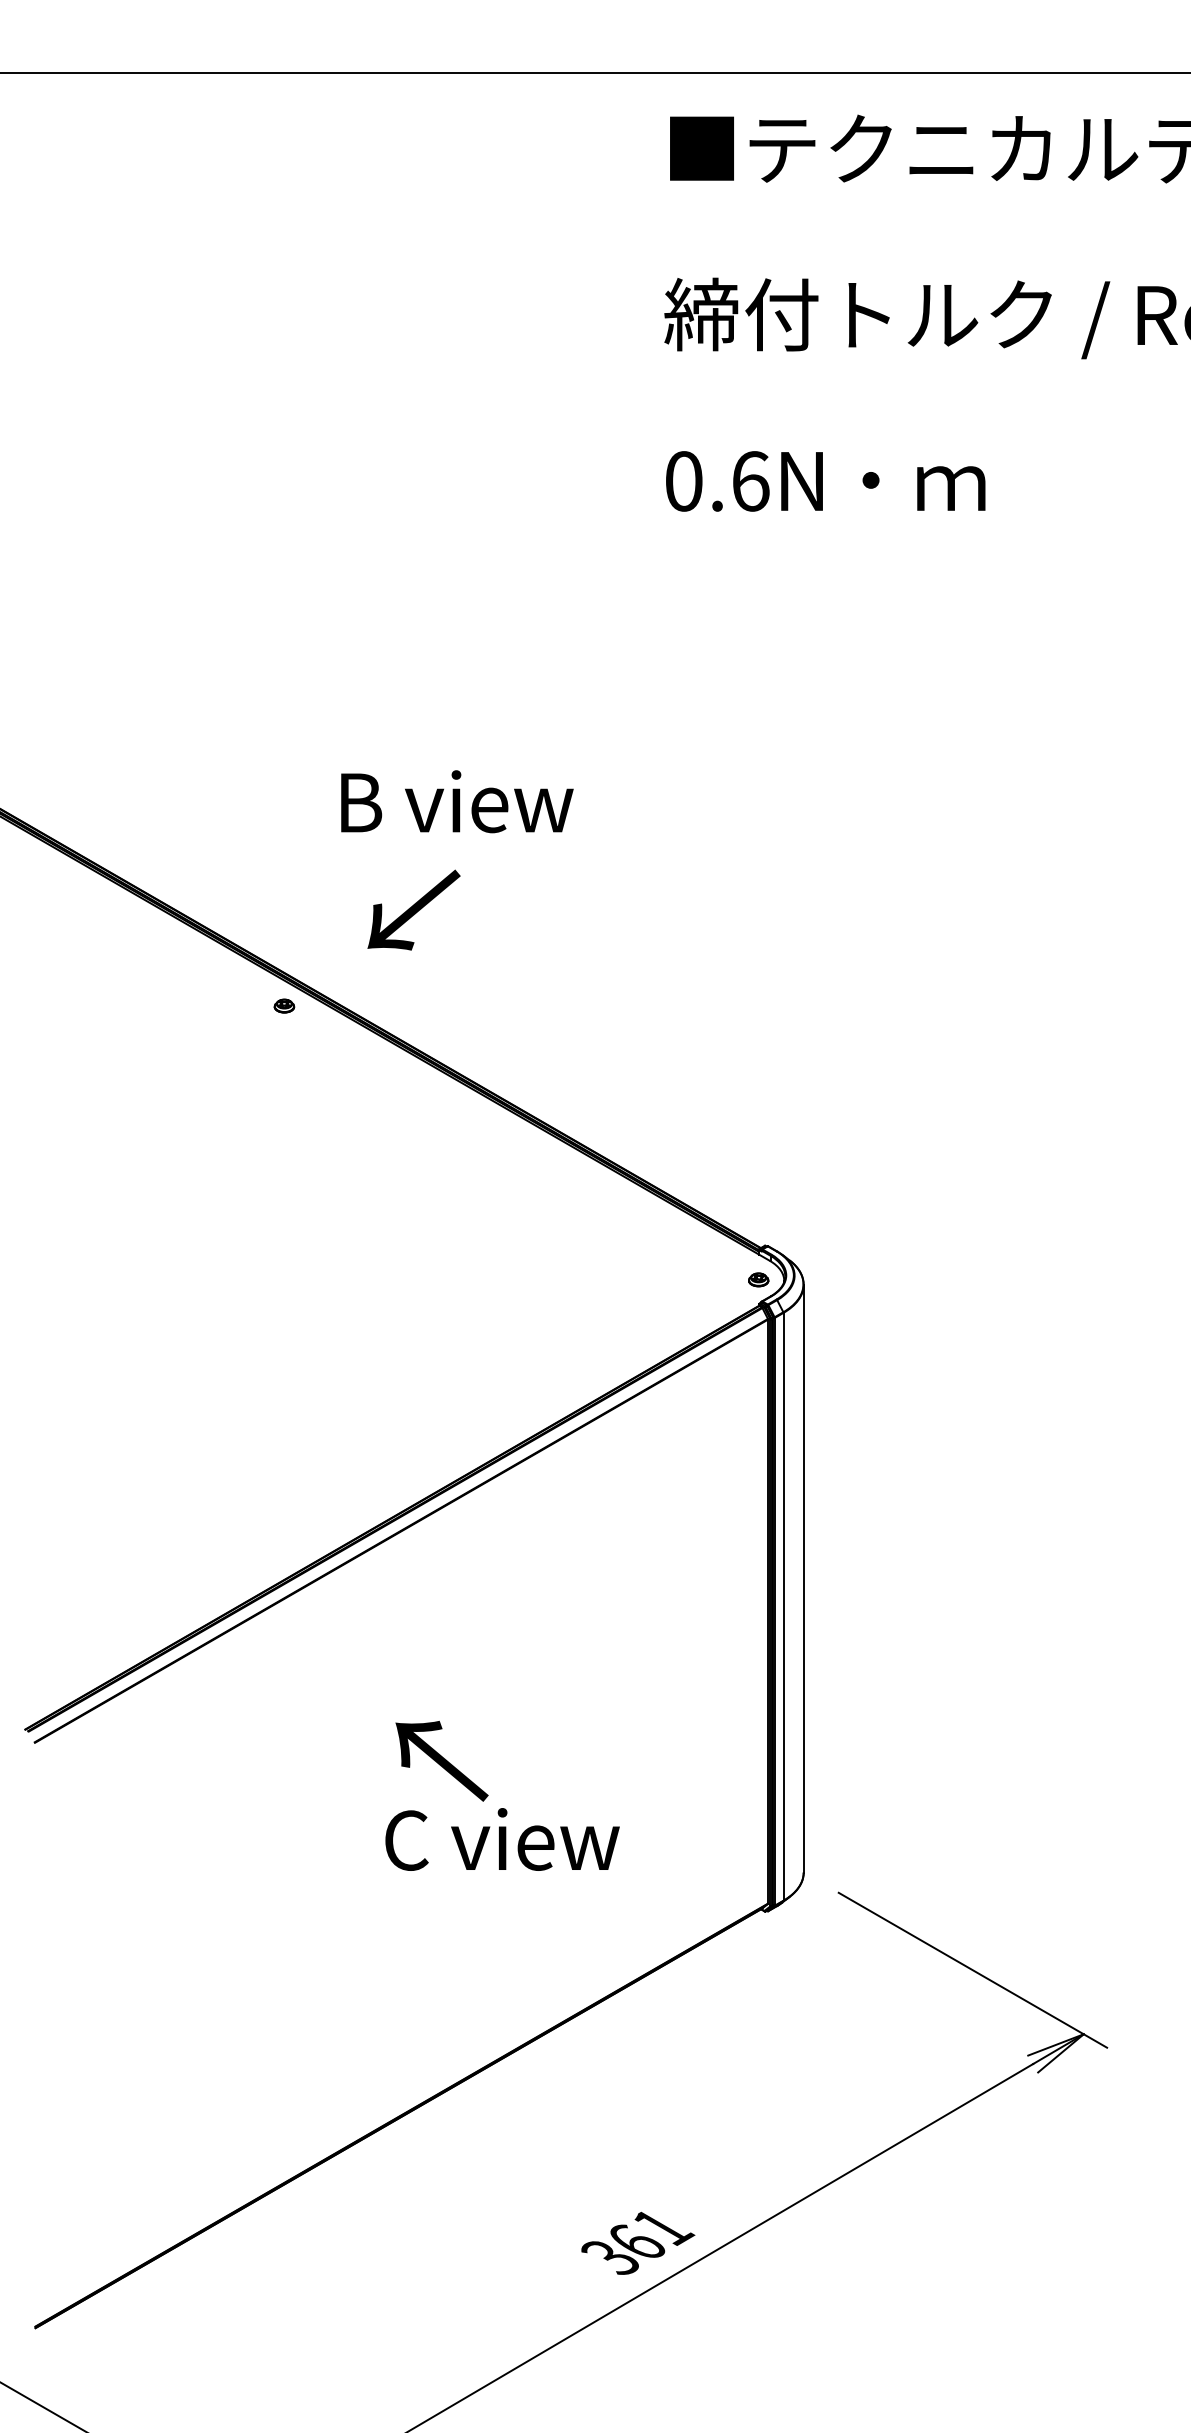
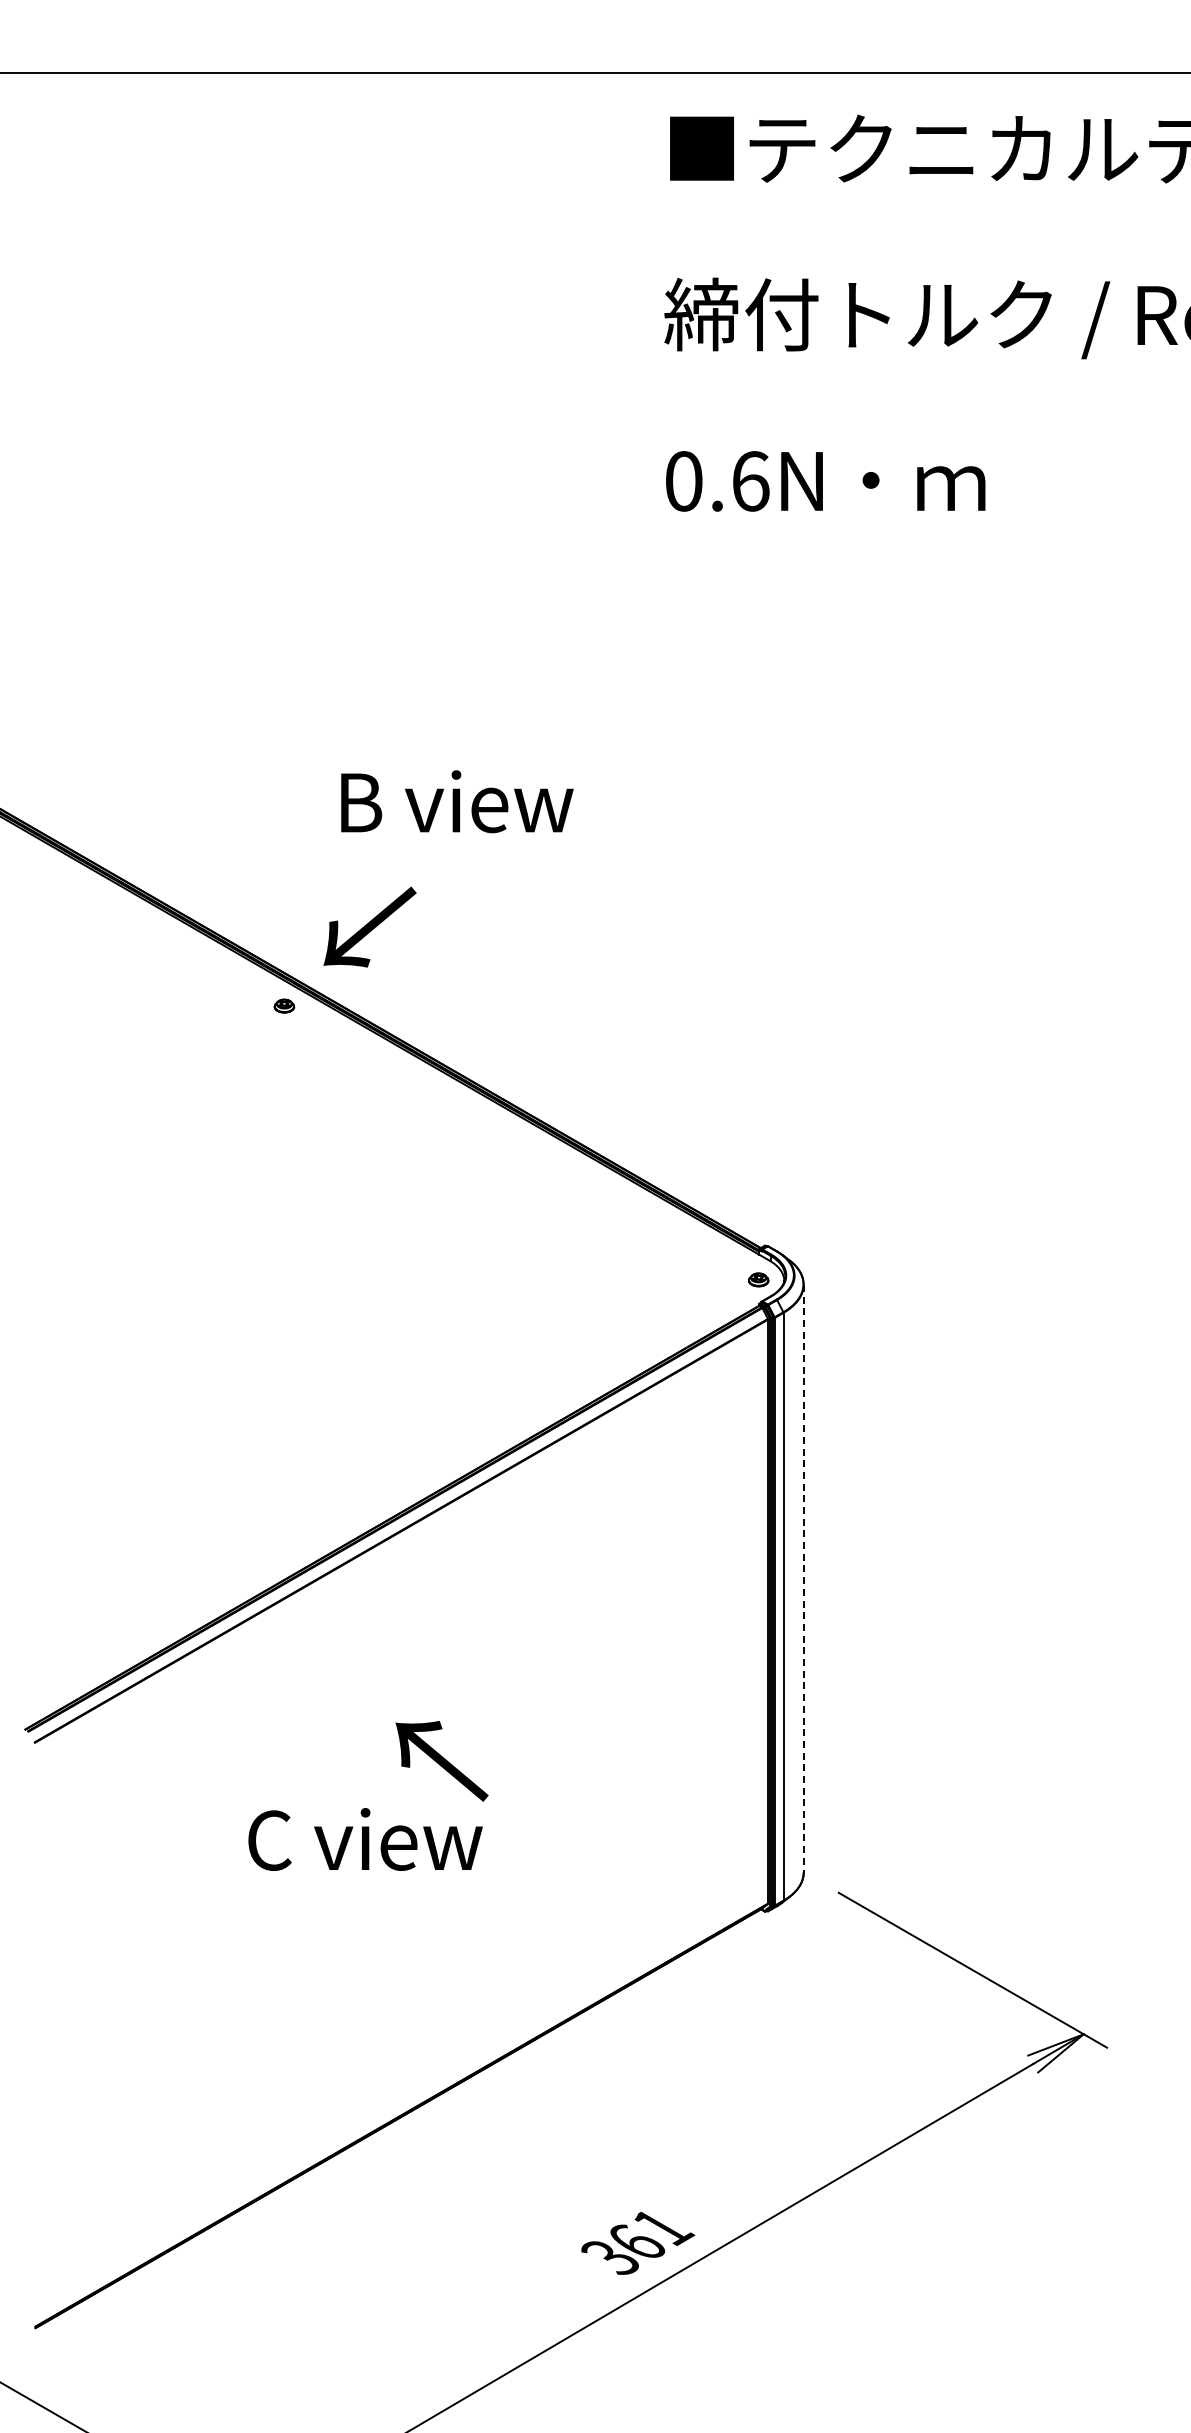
text at (413, 909) position: (413, 909) -> (369, 926)
line at (803, 1578): solid -> dashed
text at (502, 1839) position: (502, 1839) -> (365, 1839)
